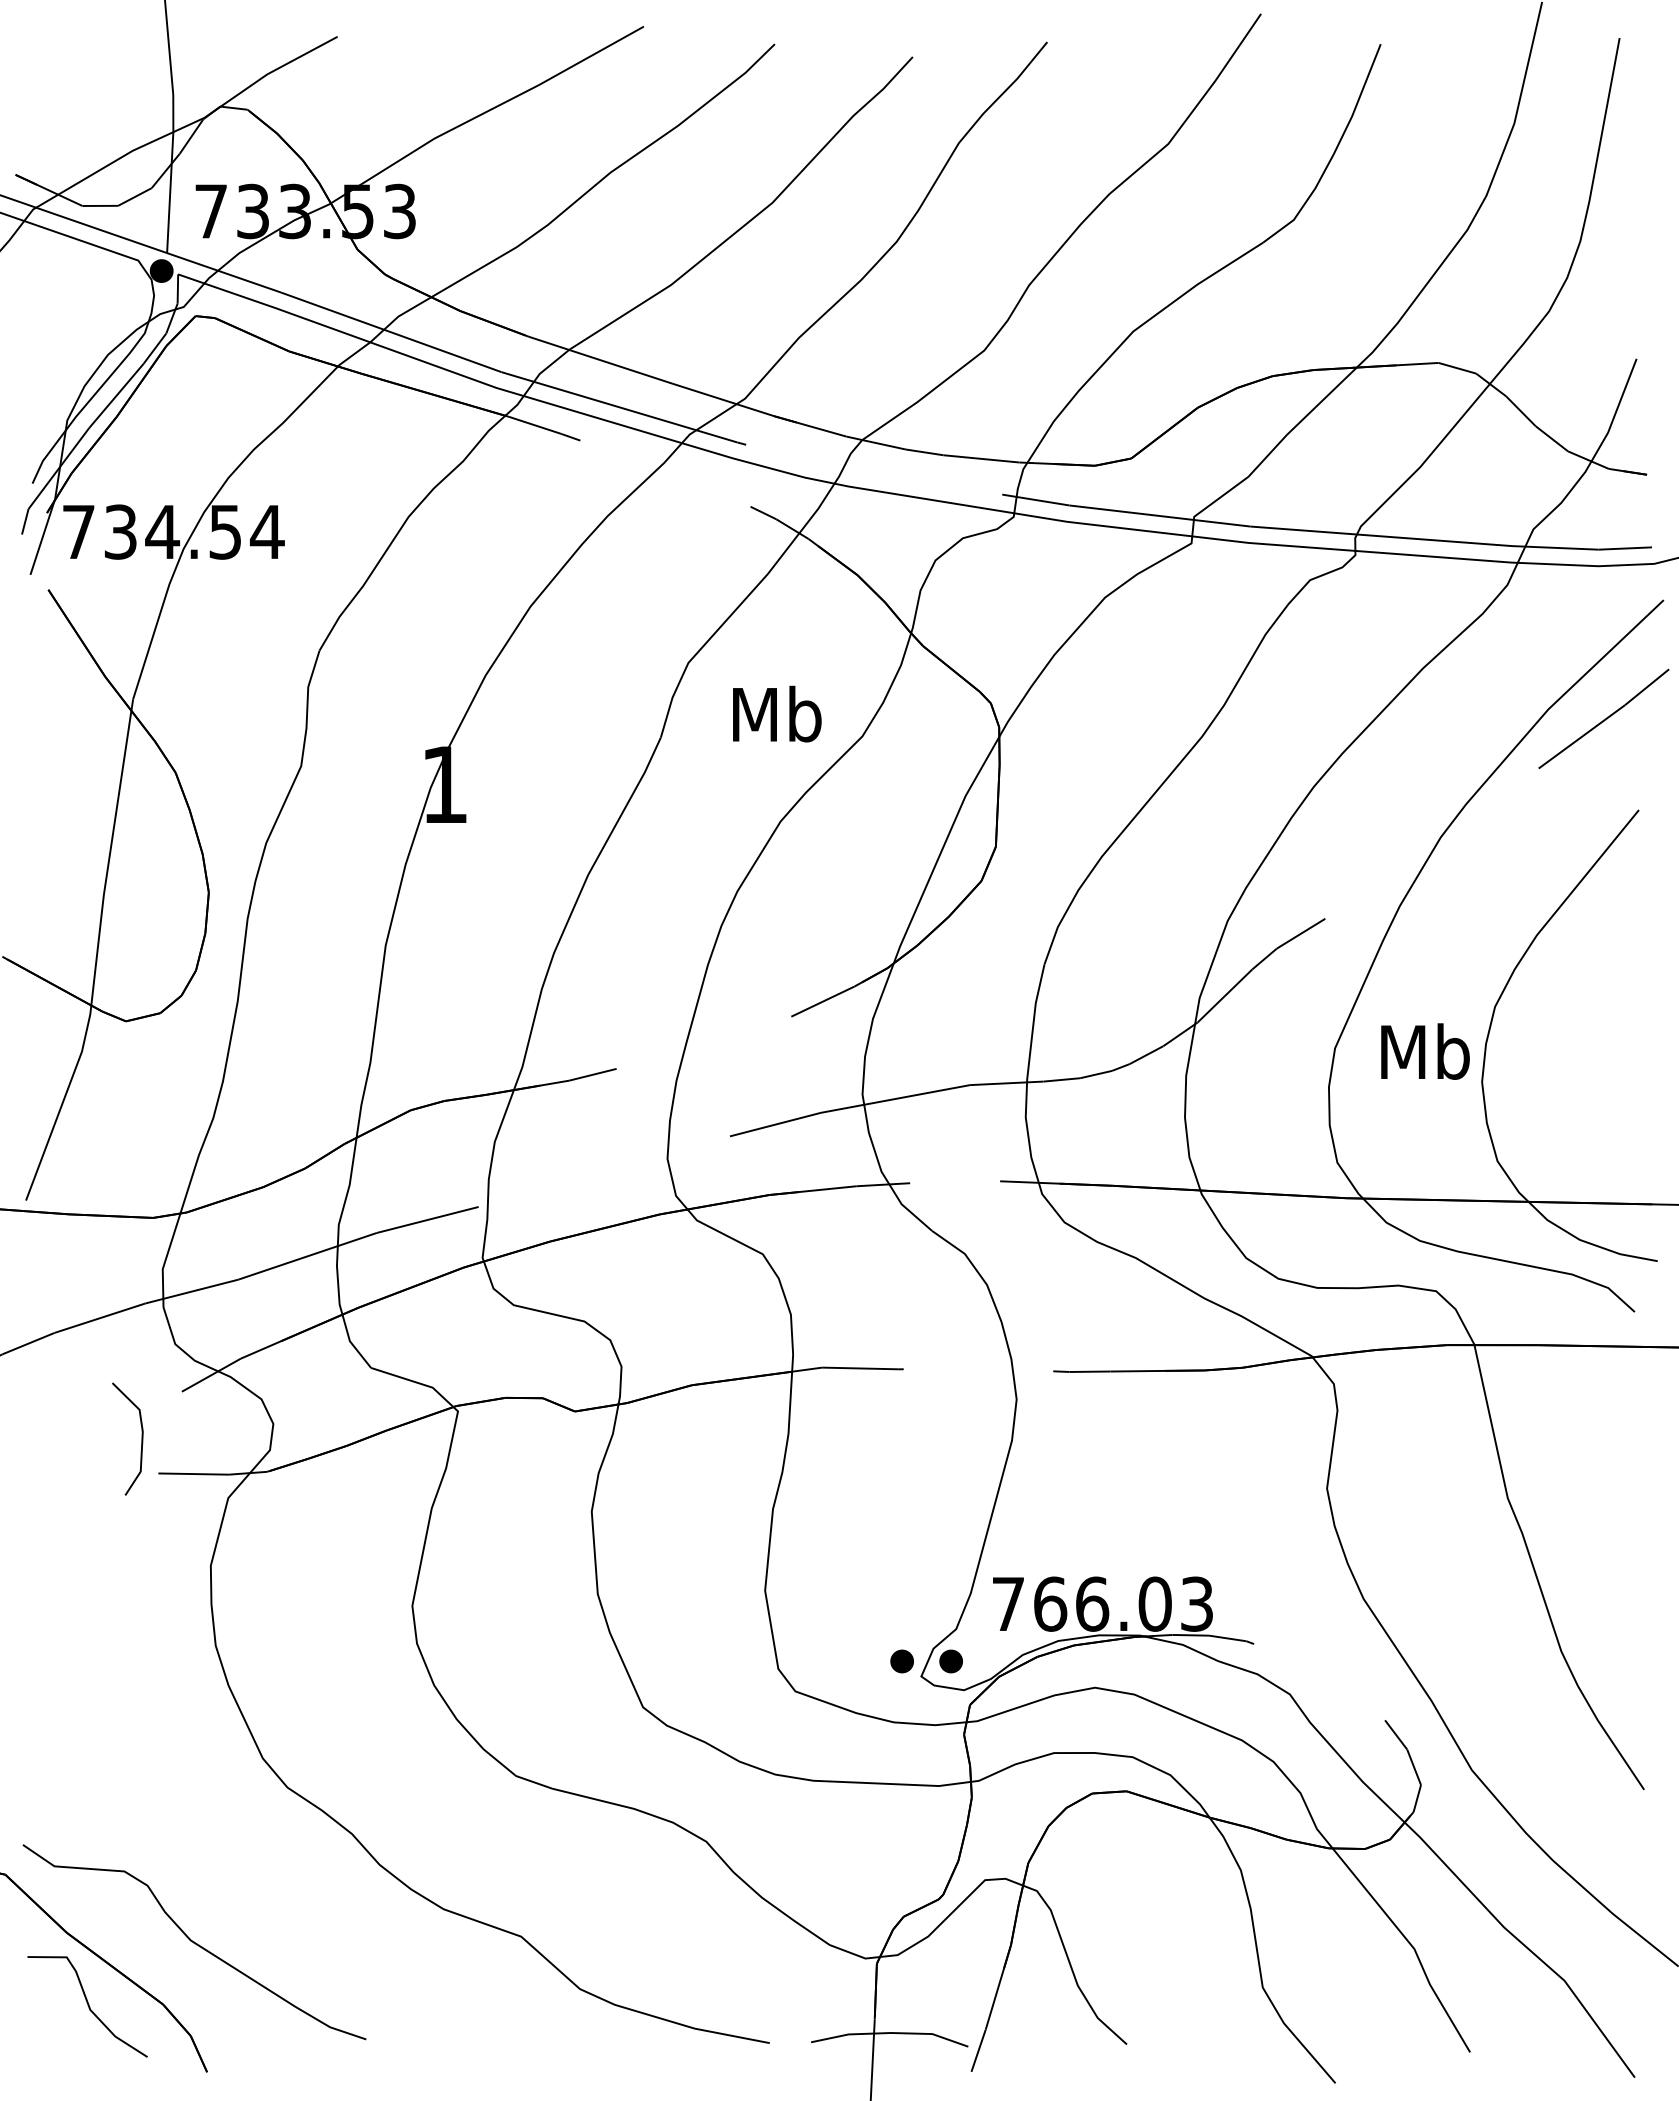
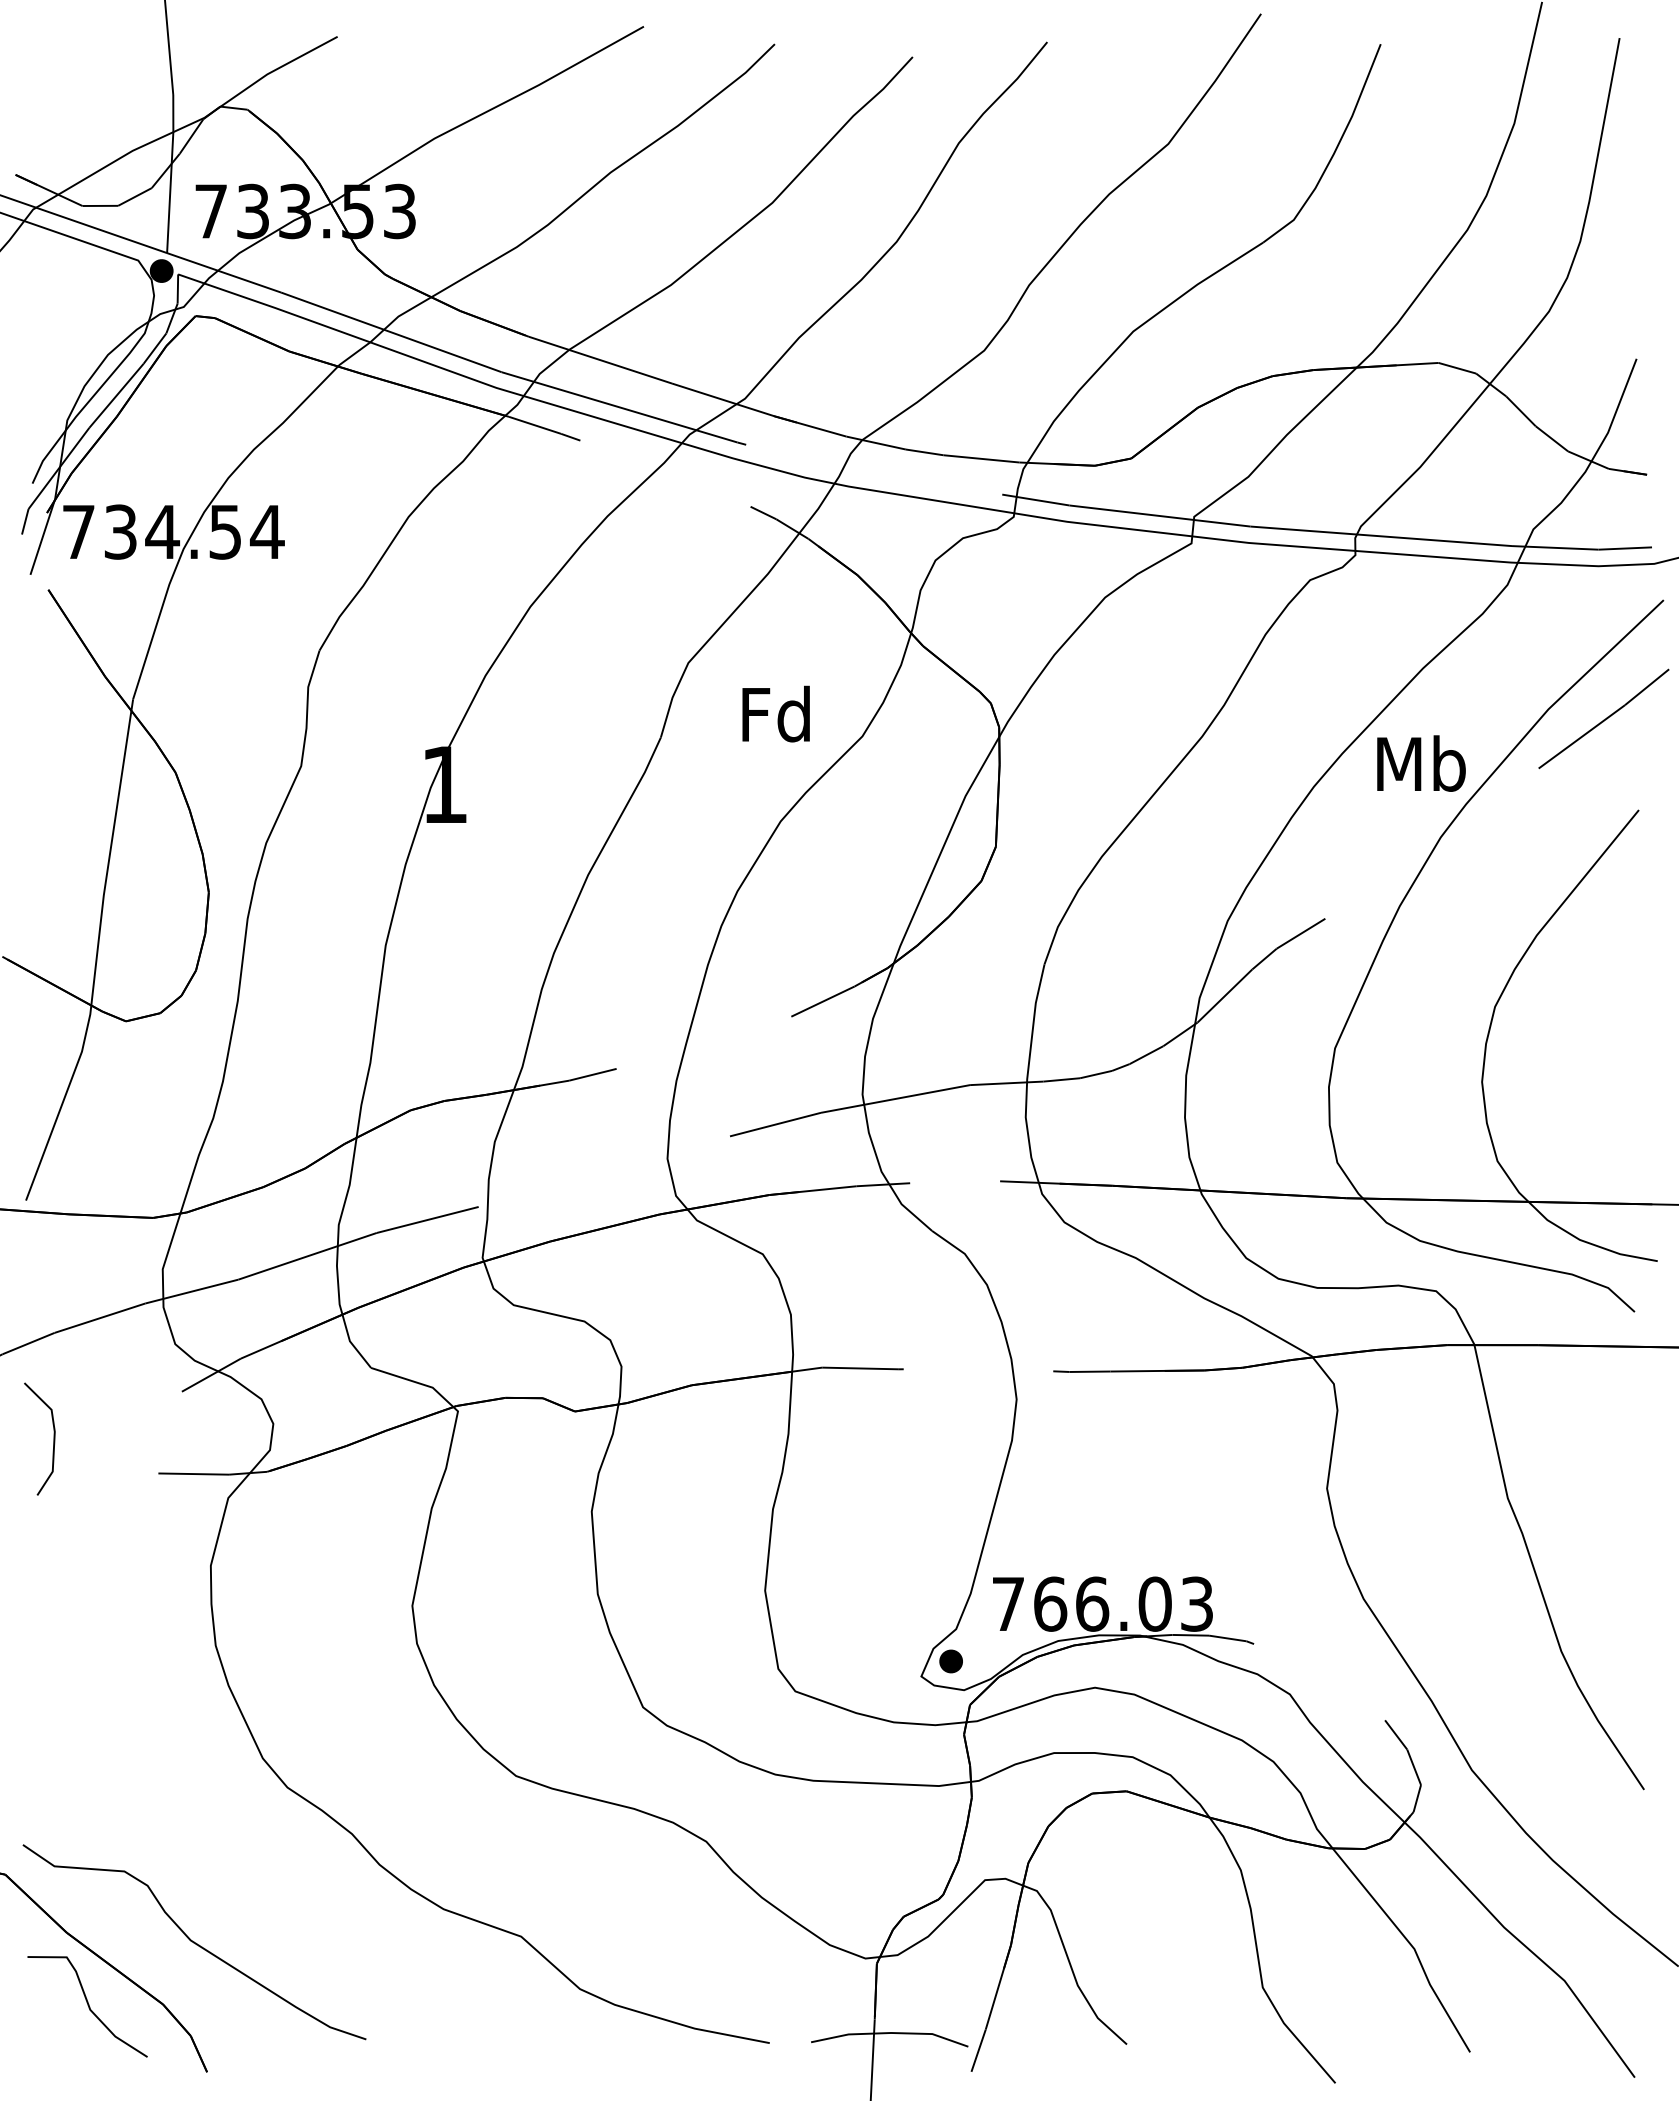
text at (777, 713): Mb -> Fd
text at (1425, 1051) position: (1425, 1051) -> (1421, 763)
line at (141, 1438) position: (141, 1438) -> (53, 1438)
part at (901, 1661): present -> none
